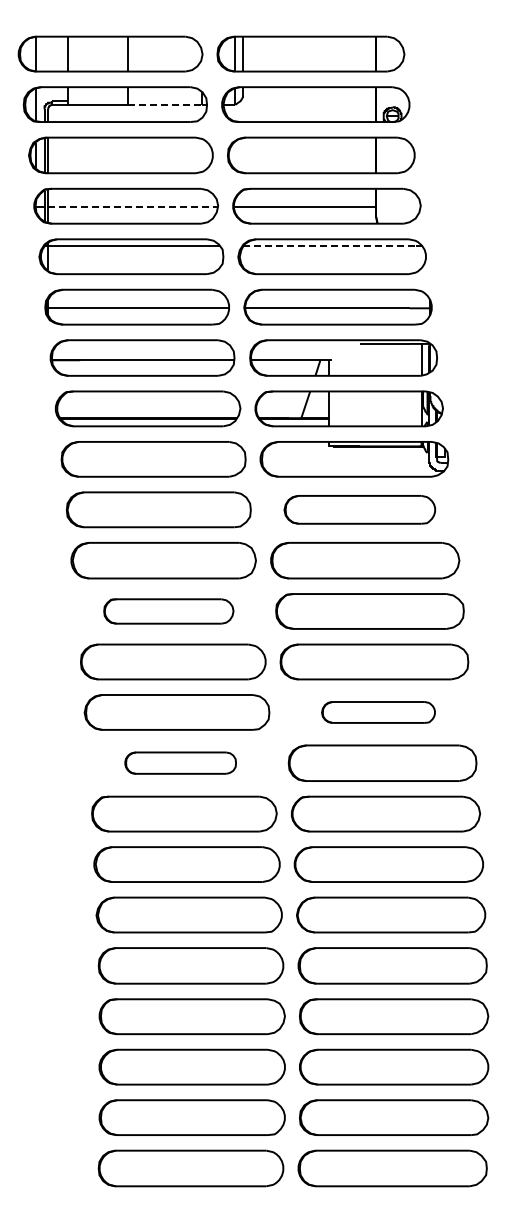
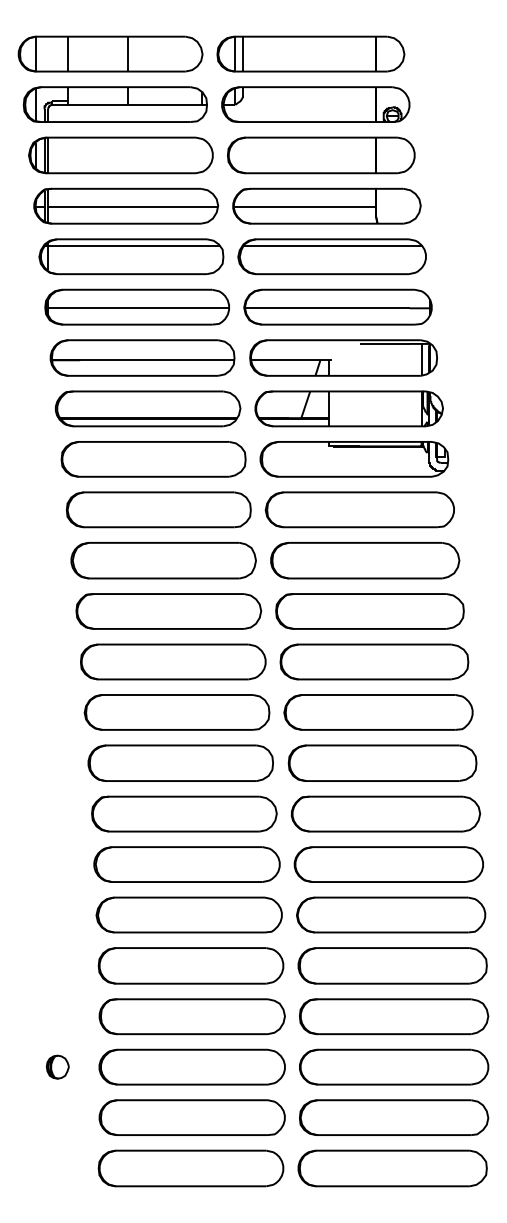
line at (165, 104): dashed -> solid
line at (133, 206): dashed -> solid
line at (330, 245): dashed -> solid
part at (359, 509) size: 154x30 px -> 191x38 px
part at (168, 611) size: 132x27 px -> 188x37 px
part at (378, 712) size: 115x23 px -> 191x37 px
part at (180, 762) size: 113x24 px -> 187x38 px
part at (57, 1066): none -> present
